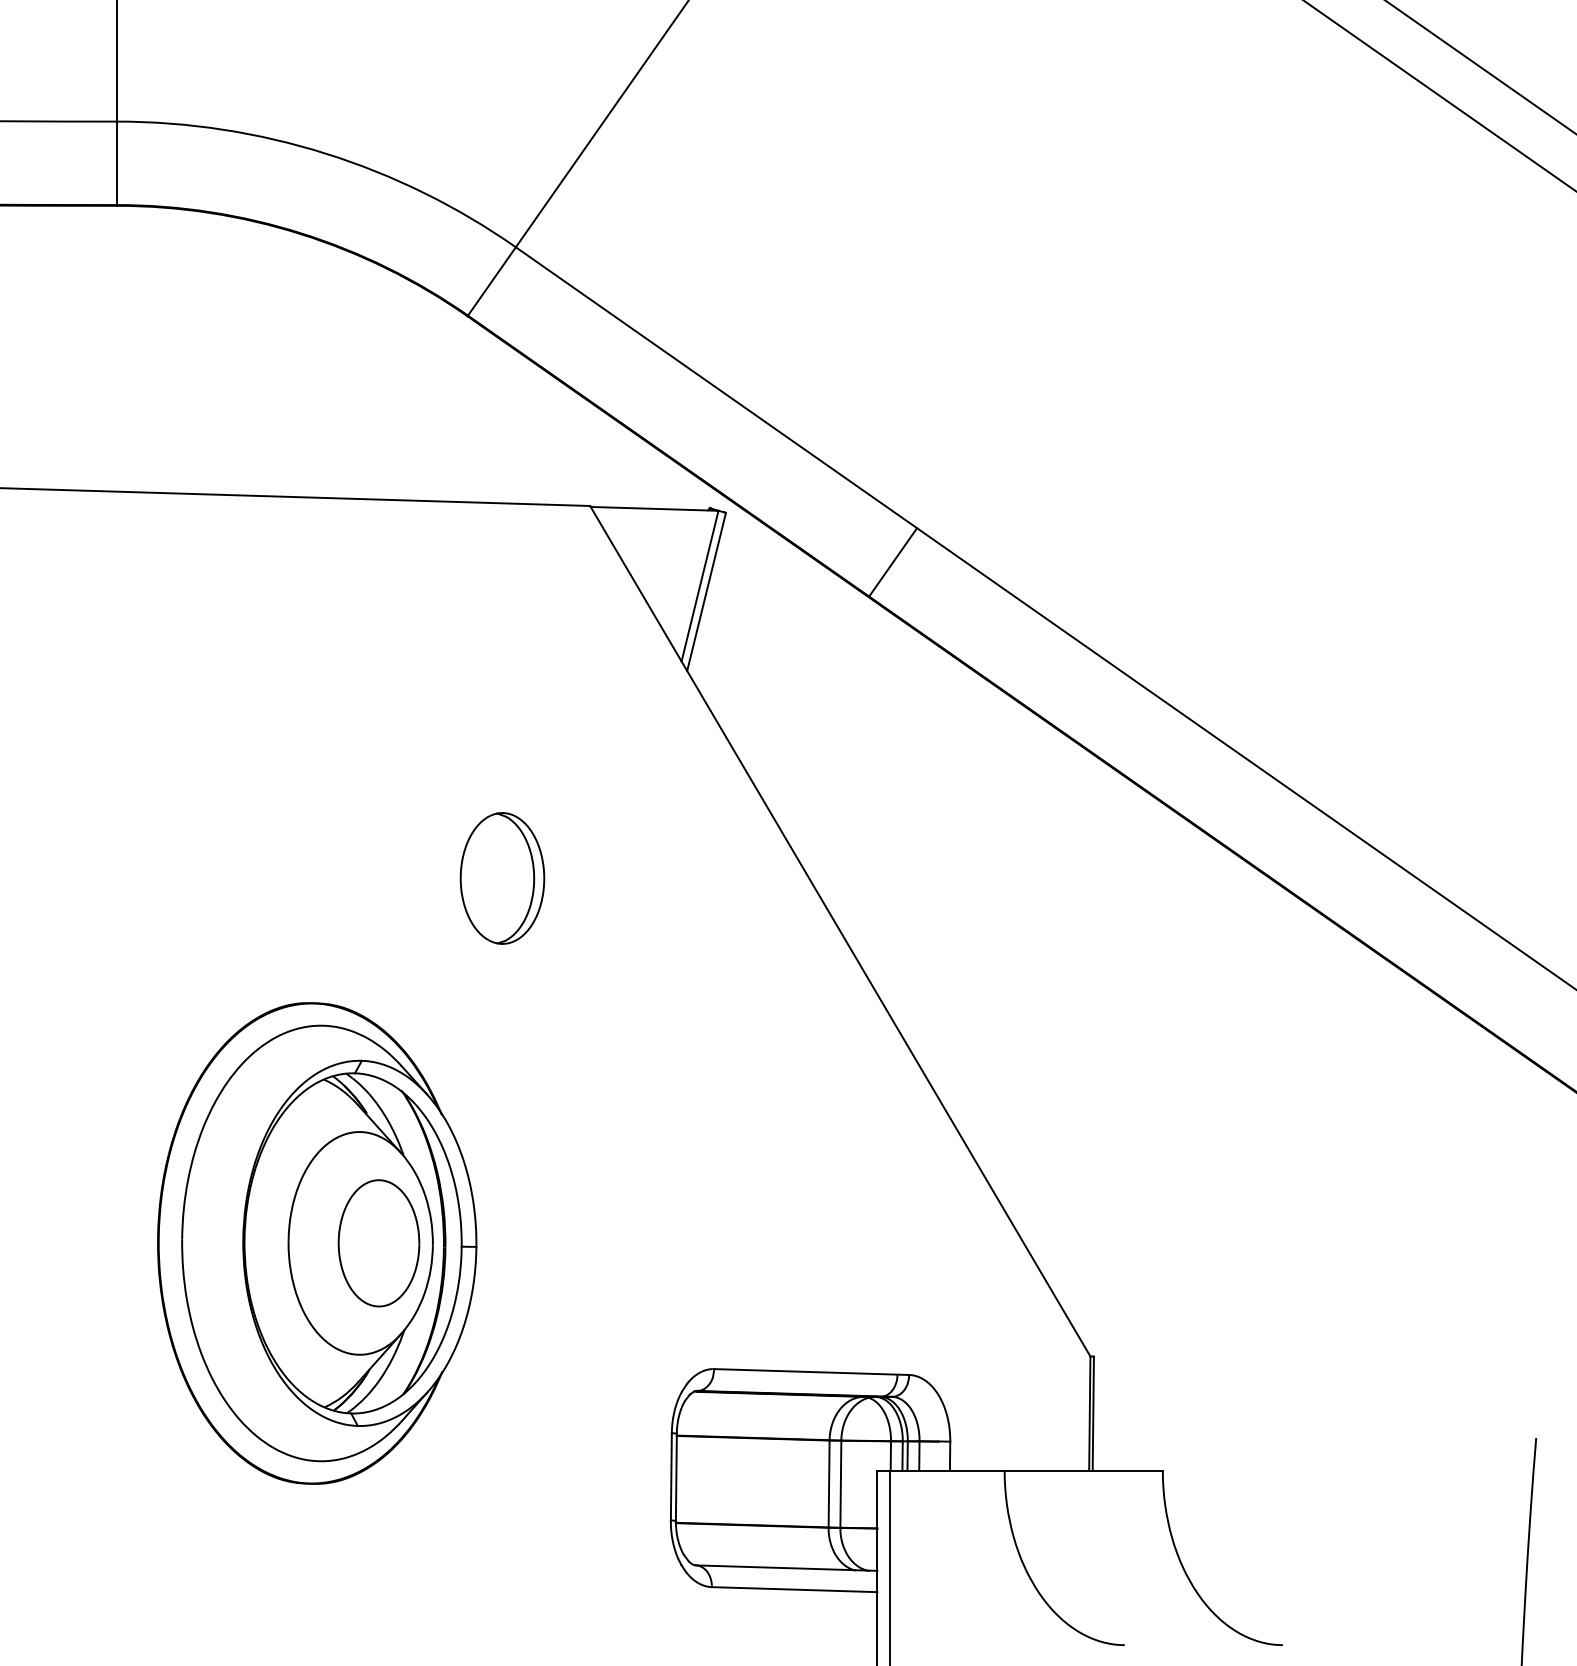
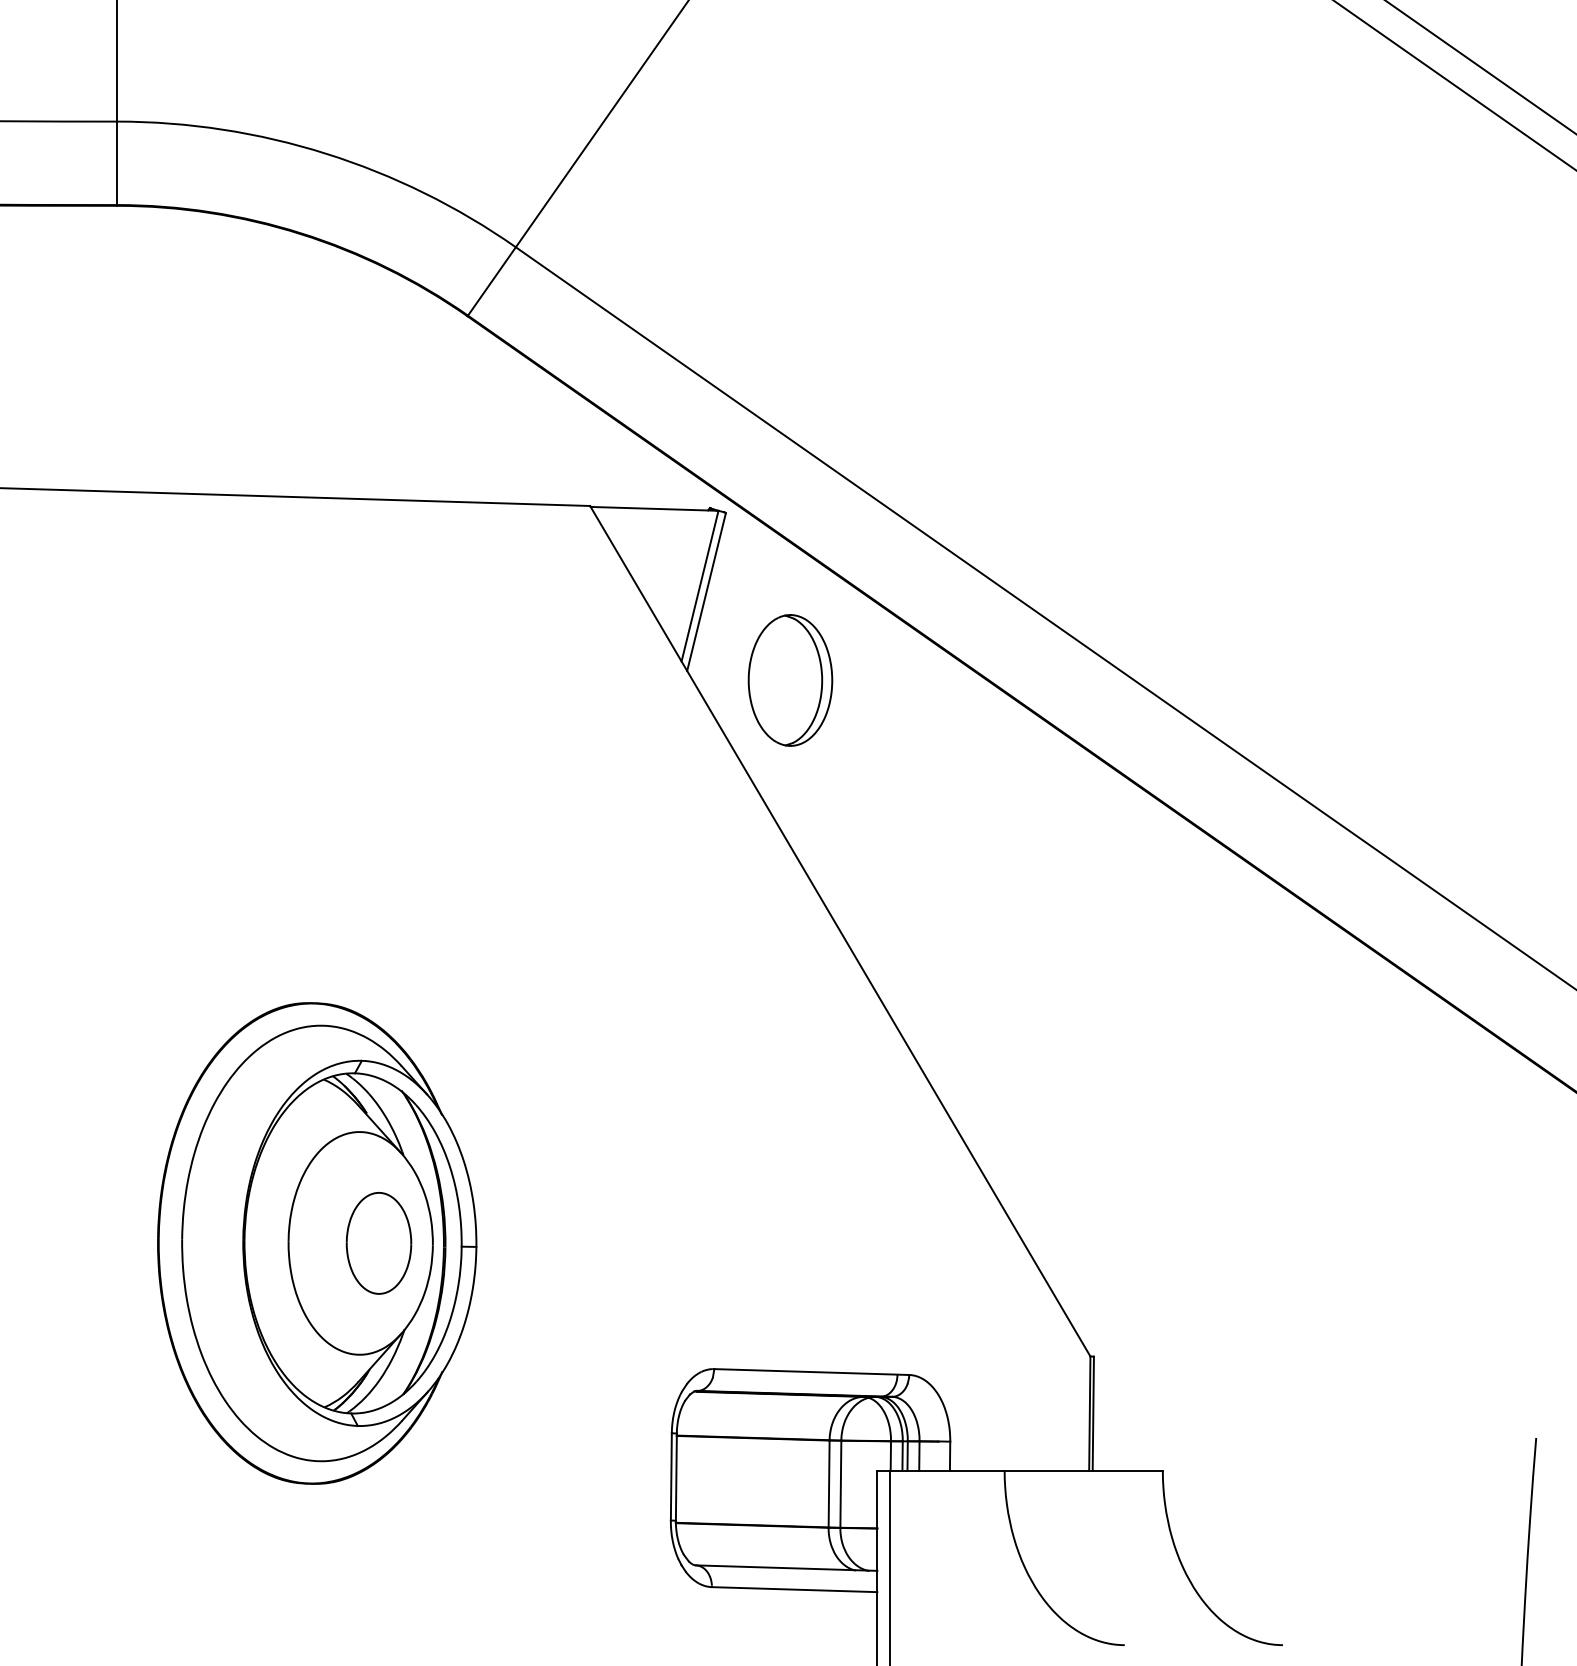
line at (1439, 95) position: (1439, 95) -> (1454, 85)
line at (893, 562): present -> none
part at (502, 878) position: (502, 878) -> (790, 680)
part at (378, 1243) size: 84x129 px -> 68x103 px
